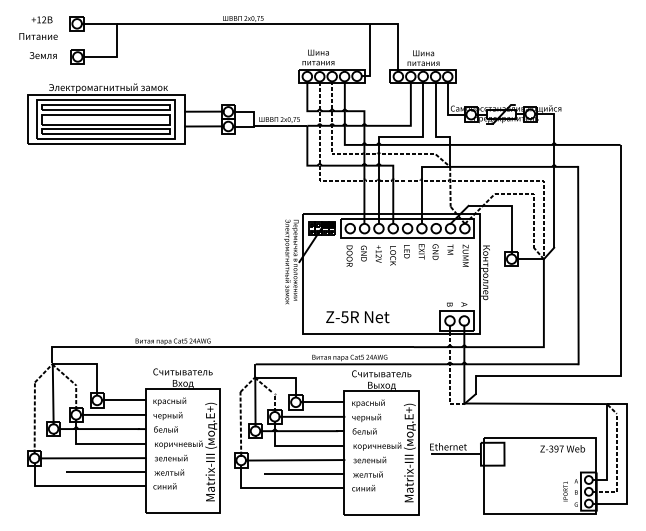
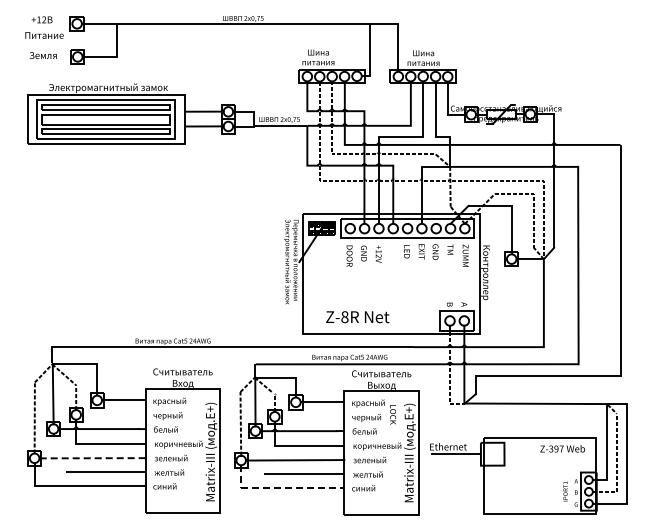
text at (38, 36) position: (38, 36) -> (44, 35)
text at (392, 255) position: (392, 255) -> (392, 414)
text at (344, 317): Z-5R -> Z-8R
line at (112, 414): present -> none
line at (311, 416): present -> none
line at (92, 458): solid -> dashed
line at (280, 487): solid -> dashed
